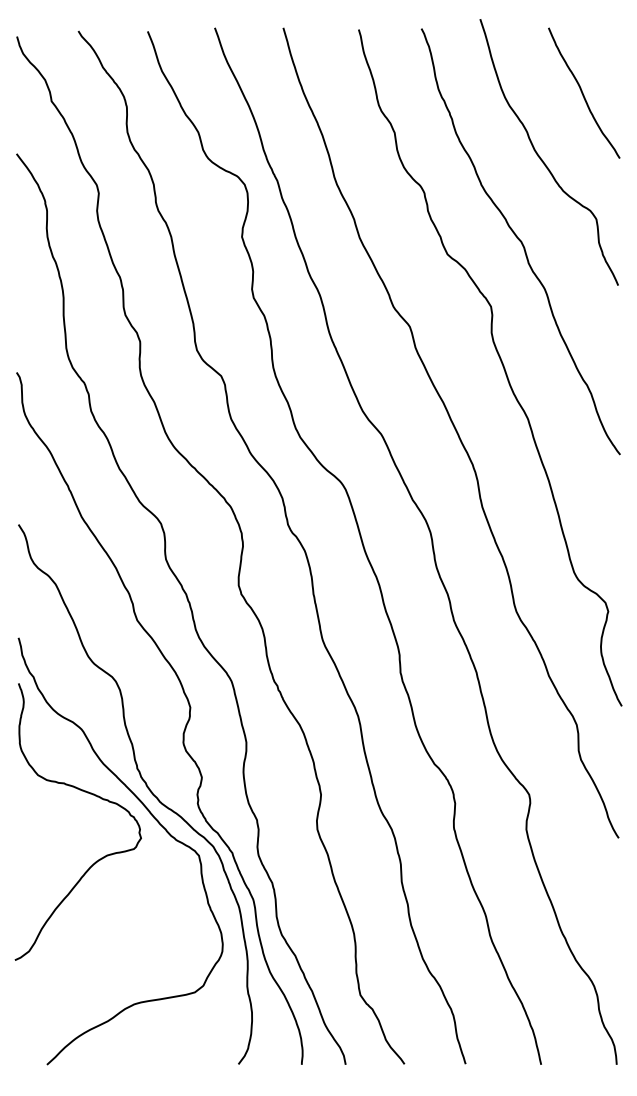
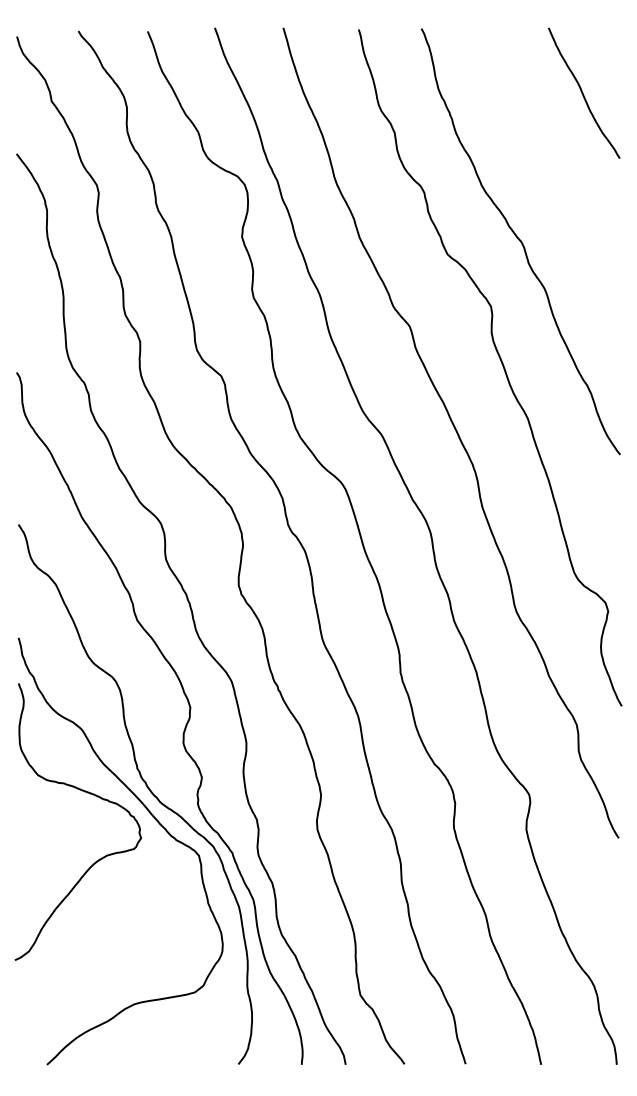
curve at (540, 156): present -> none
